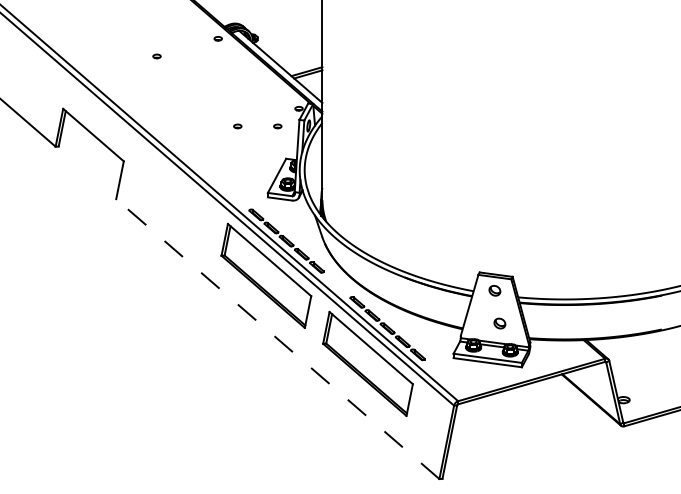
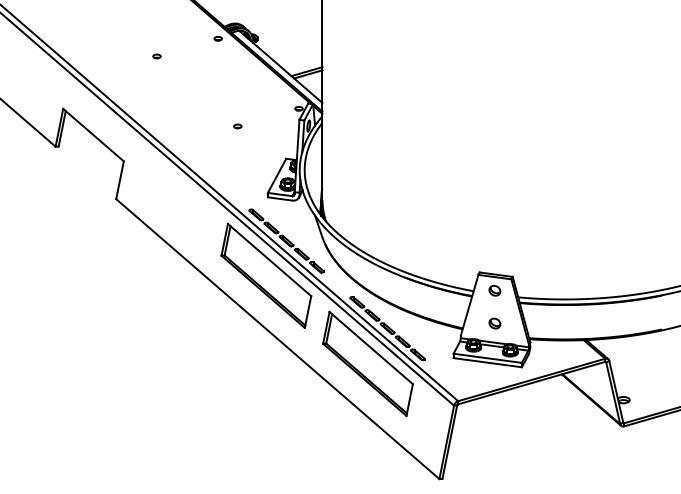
part at (277, 126): present -> none
part at (499, 323) position: (499, 323) -> (494, 323)
line at (277, 339): dashed -> solid
